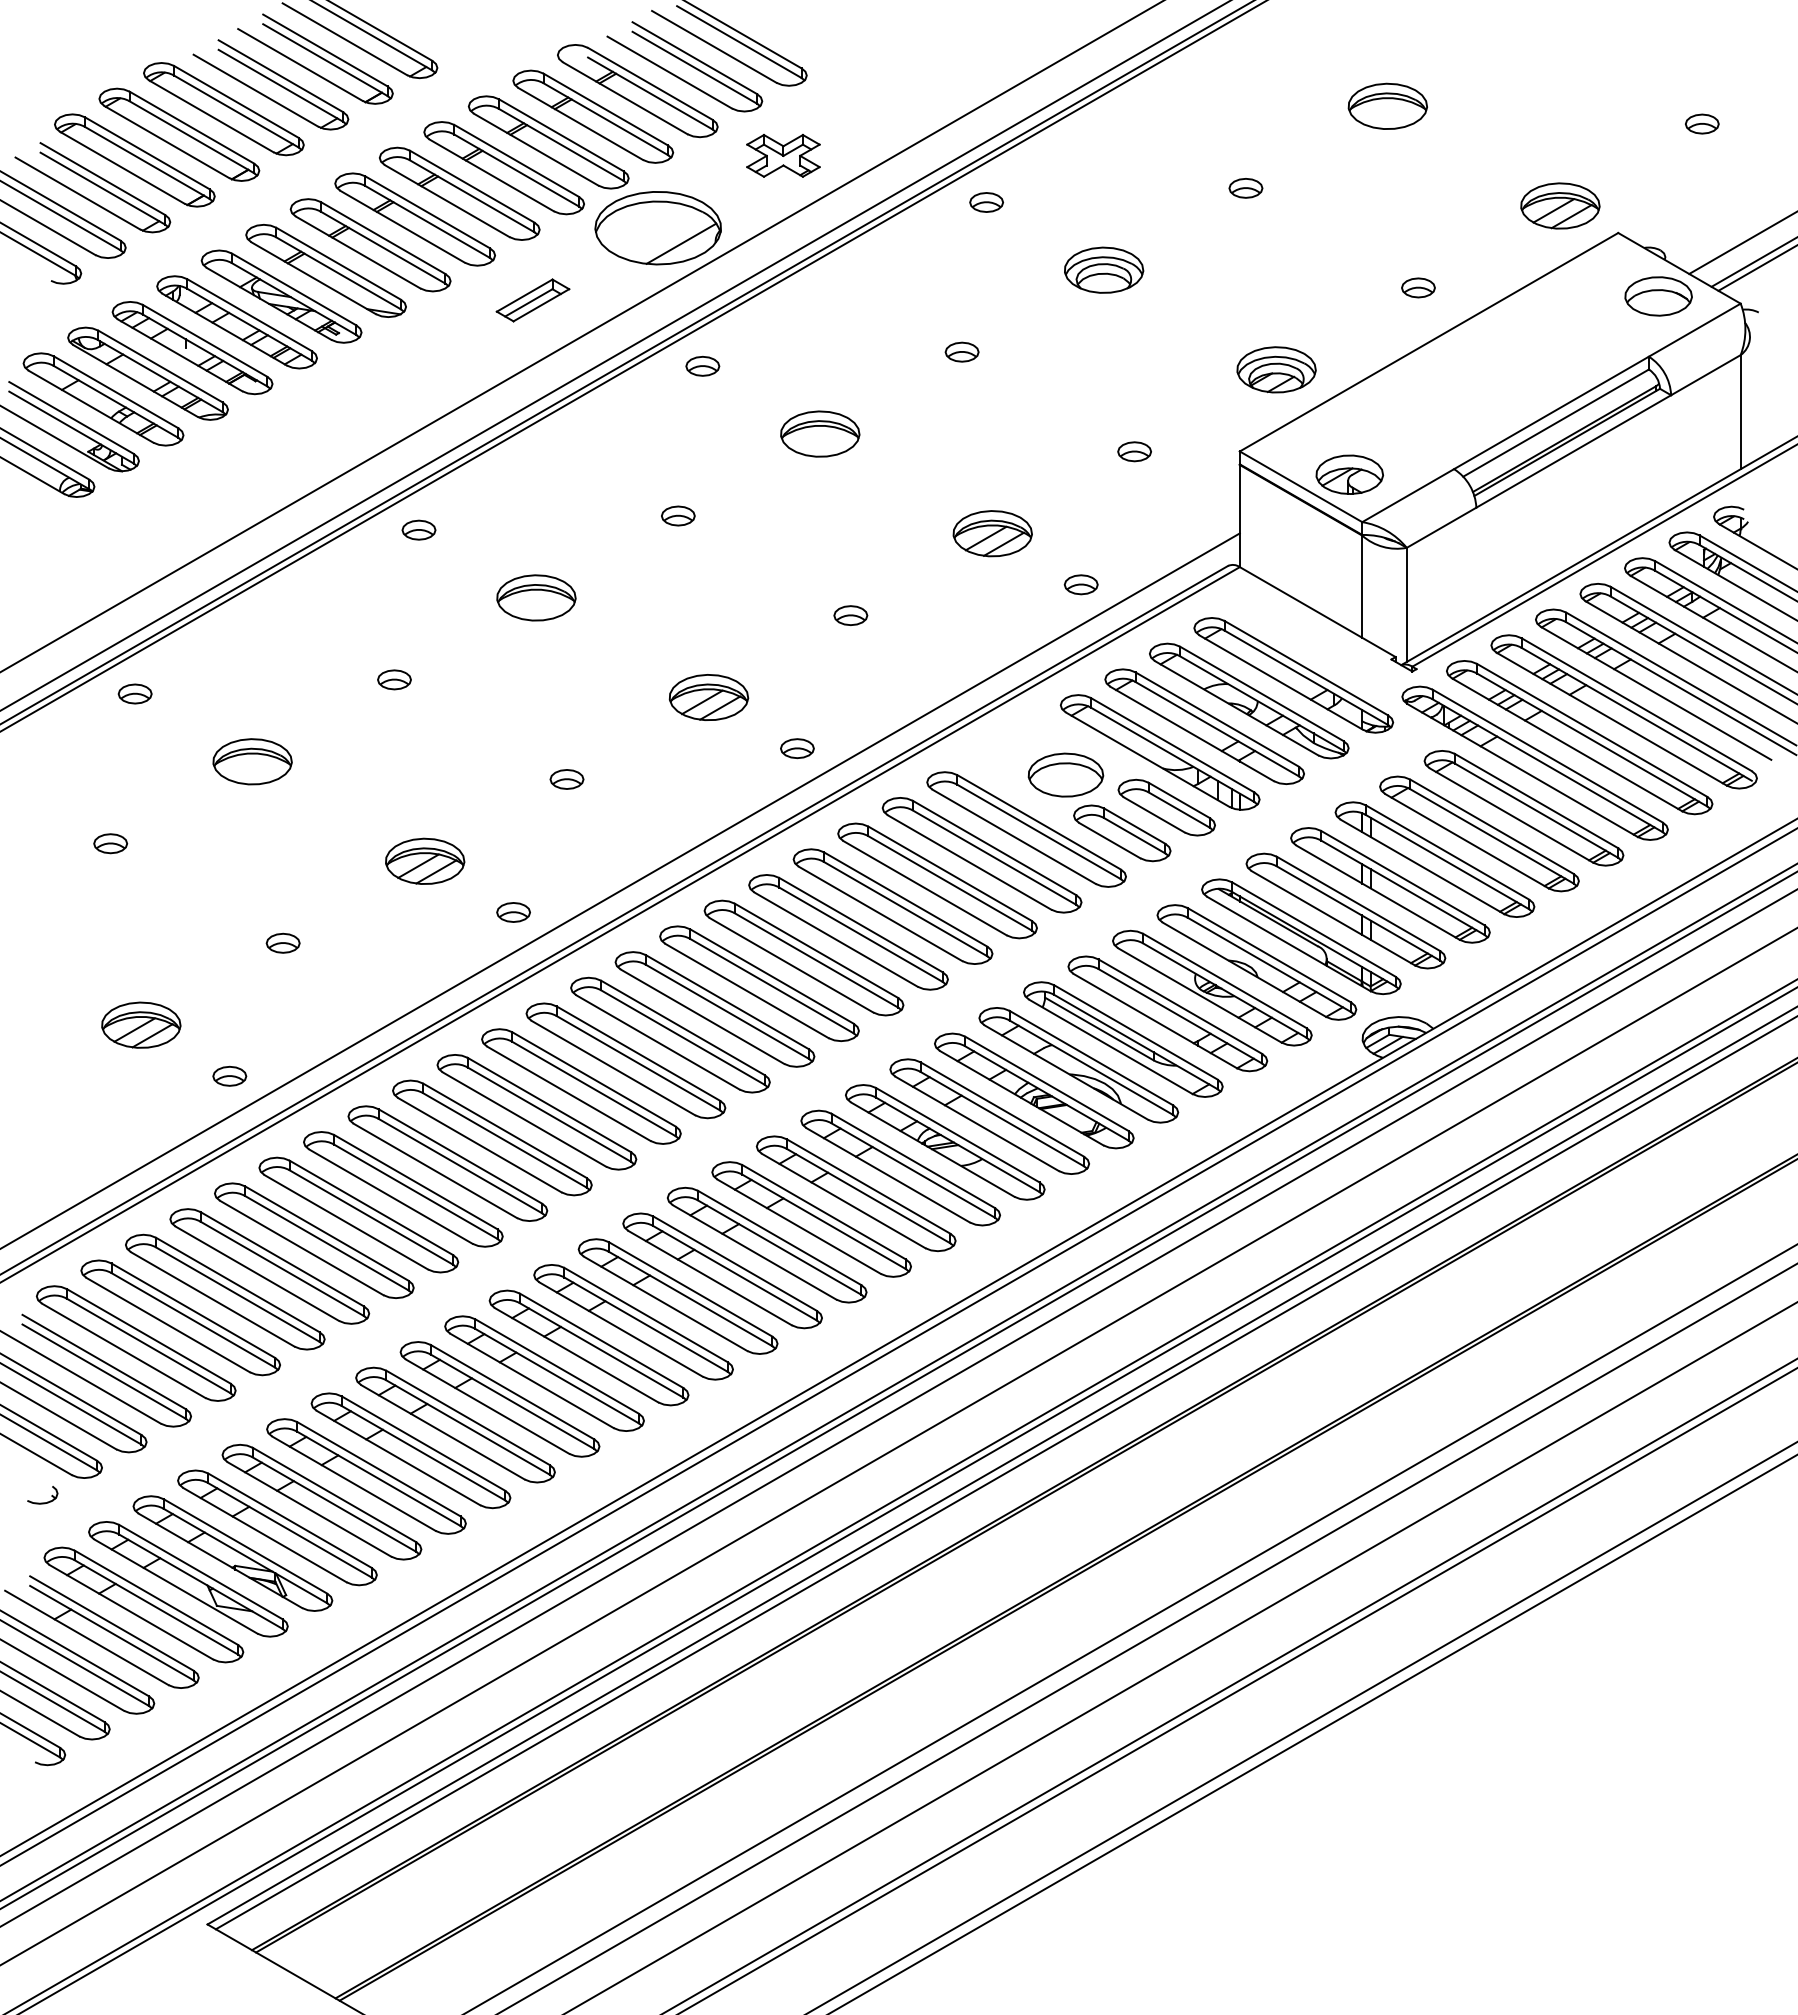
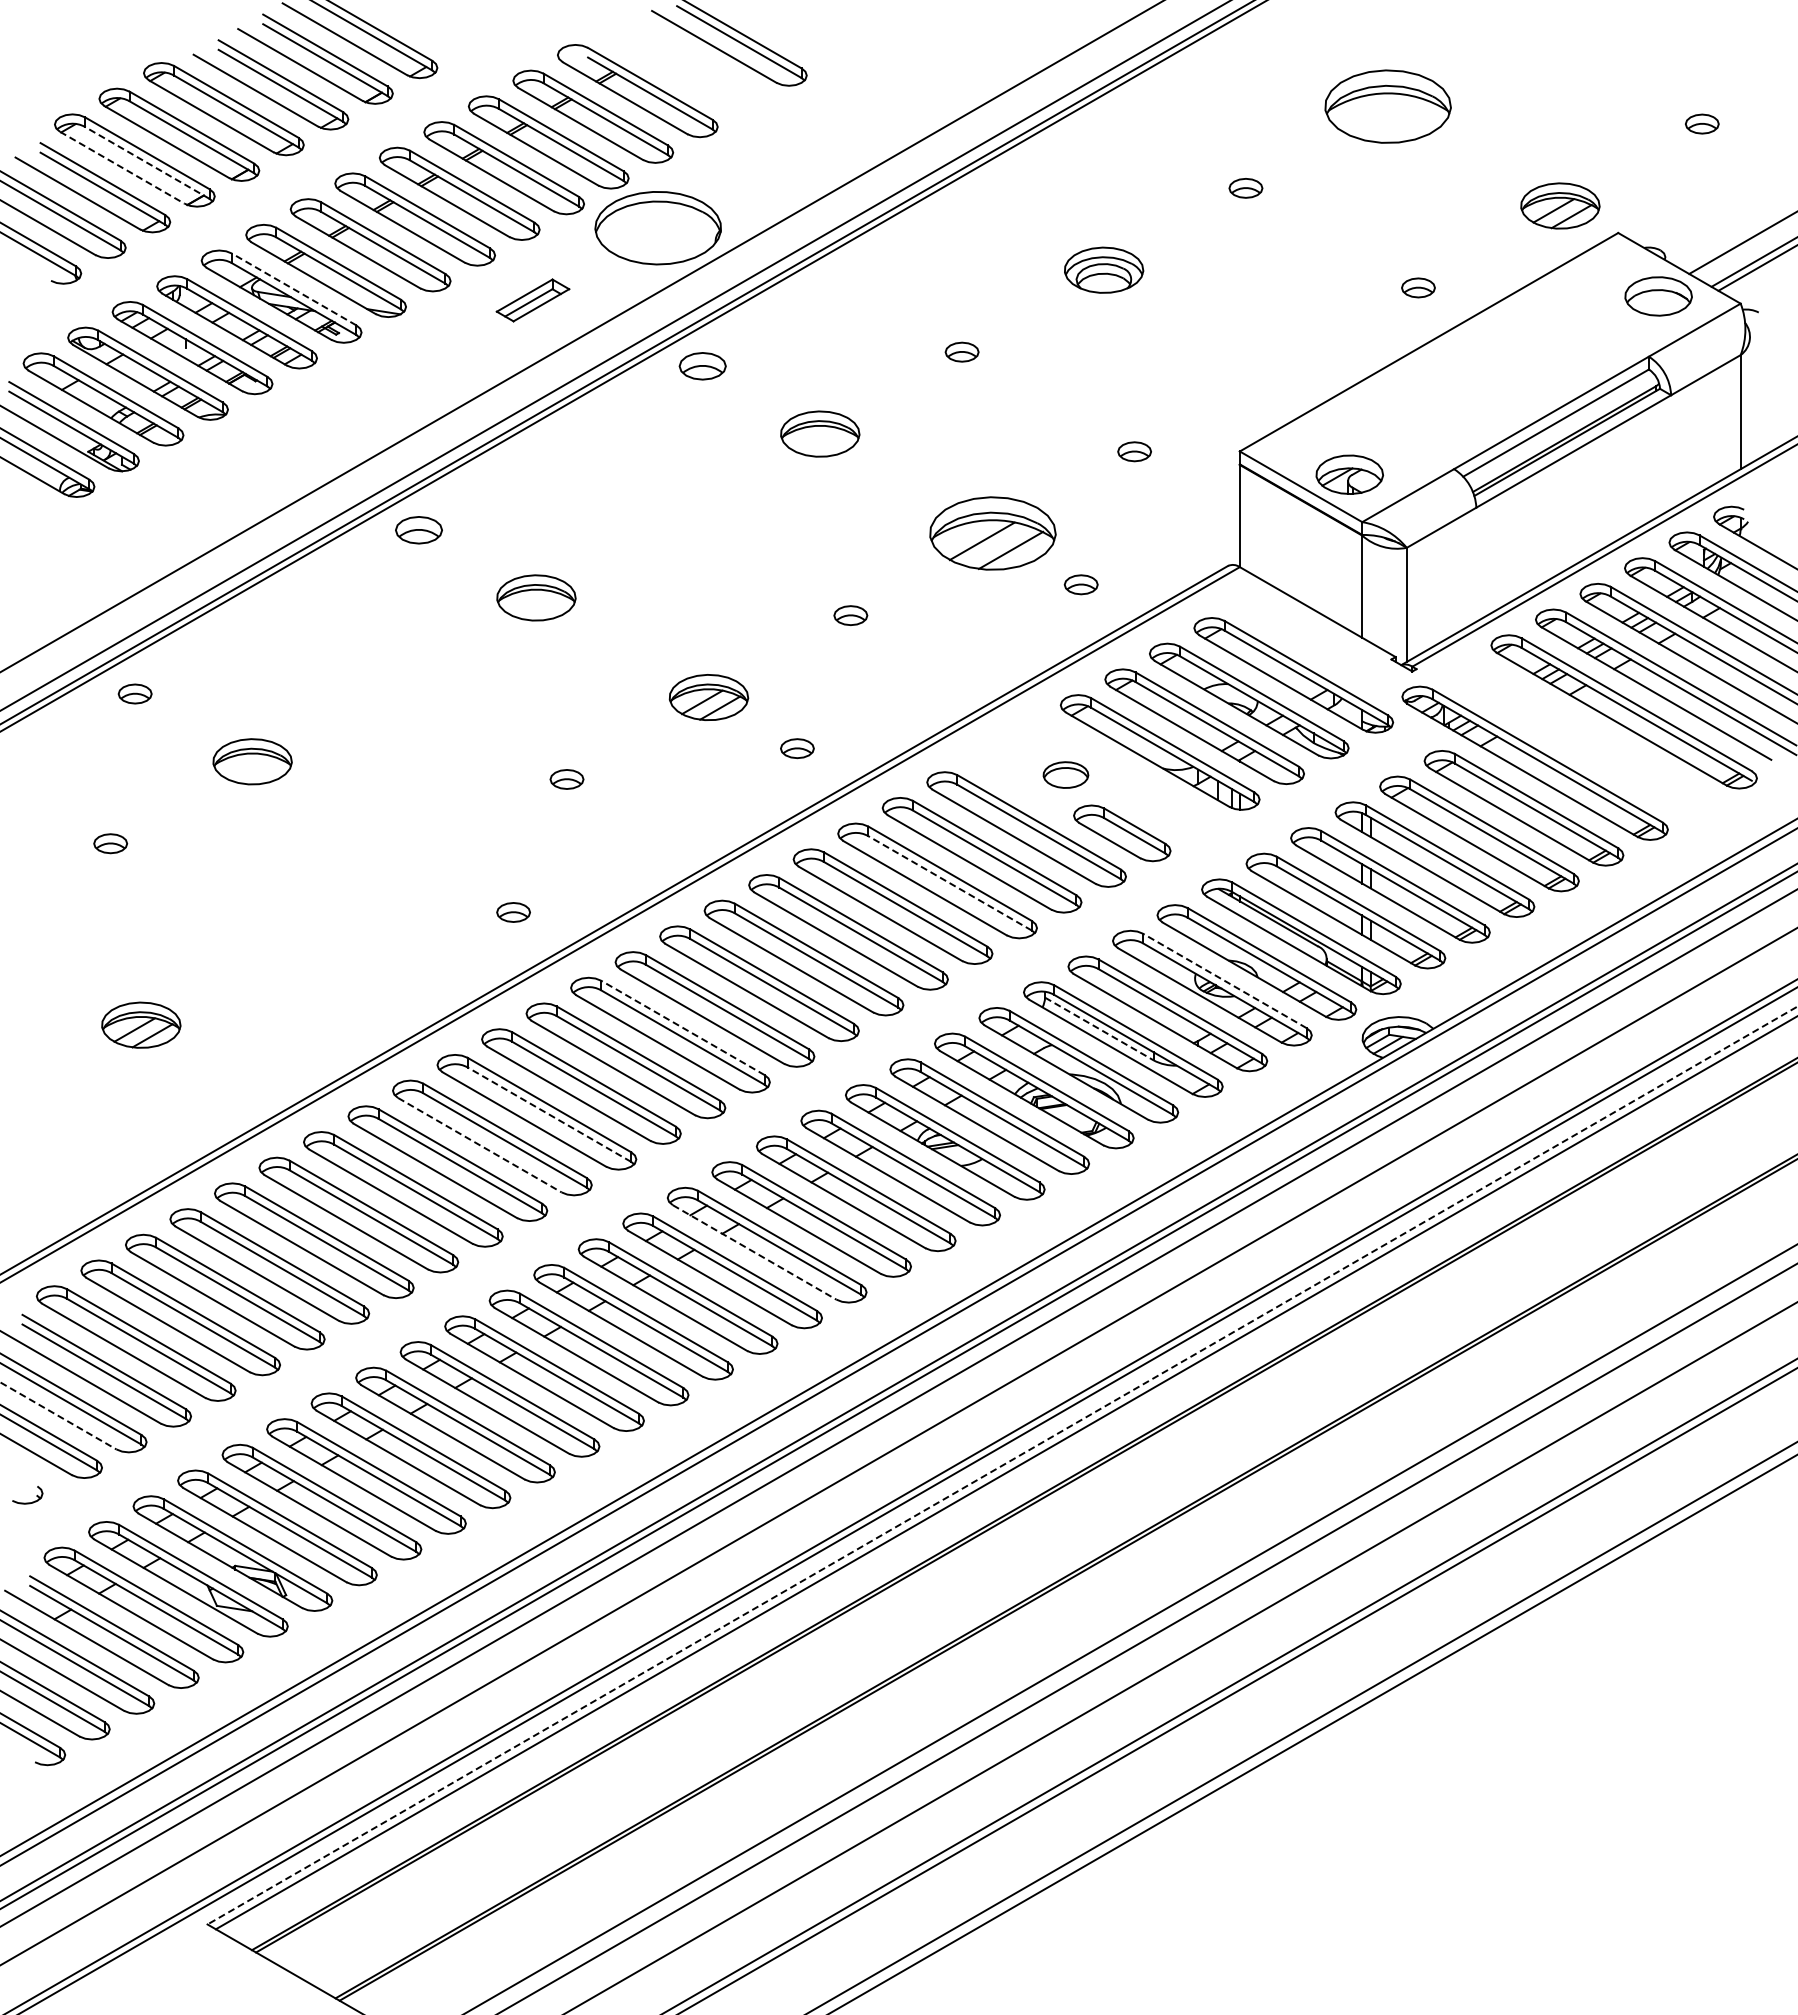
part at (684, 66): present -> none
part at (1387, 105) size: 81x48 px -> 128x75 px
part at (783, 155): present -> none
line at (147, 162): solid -> dashed
line at (122, 167): solid -> dashed
part at (986, 202): present -> none
line at (681, 243): present -> none
line at (294, 289): solid -> dashed
part at (702, 366) size: 36x21 px -> 49x29 px
part at (1276, 369): present -> none
part at (678, 515): present -> none
part at (418, 529) size: 36x22 px -> 48x29 px
part at (992, 533) size: 81x48 px -> 128x75 px
part at (394, 679): present -> none
part at (1579, 737): present -> none
part at (1065, 774) size: 78x46 px -> 48x28 px
part at (1166, 807): present -> none
part at (425, 860): present -> none
line at (949, 883): solid -> dashed
line at (620, 890): present -> none
part at (282, 942): present -> none
line at (1224, 980): solid -> dashed
line at (682, 1027): solid -> dashed
line at (1099, 1029): solid -> dashed
part at (229, 1075): present -> none
line at (549, 1114): solid -> dashed
line at (480, 1145): solid -> dashed
line at (755, 1252): solid -> dashed
line at (58, 1415): solid -> dashed
line at (1002, 1465): solid -> dashed
part at (42, 1502) position: (42, 1502) -> (27, 1502)
